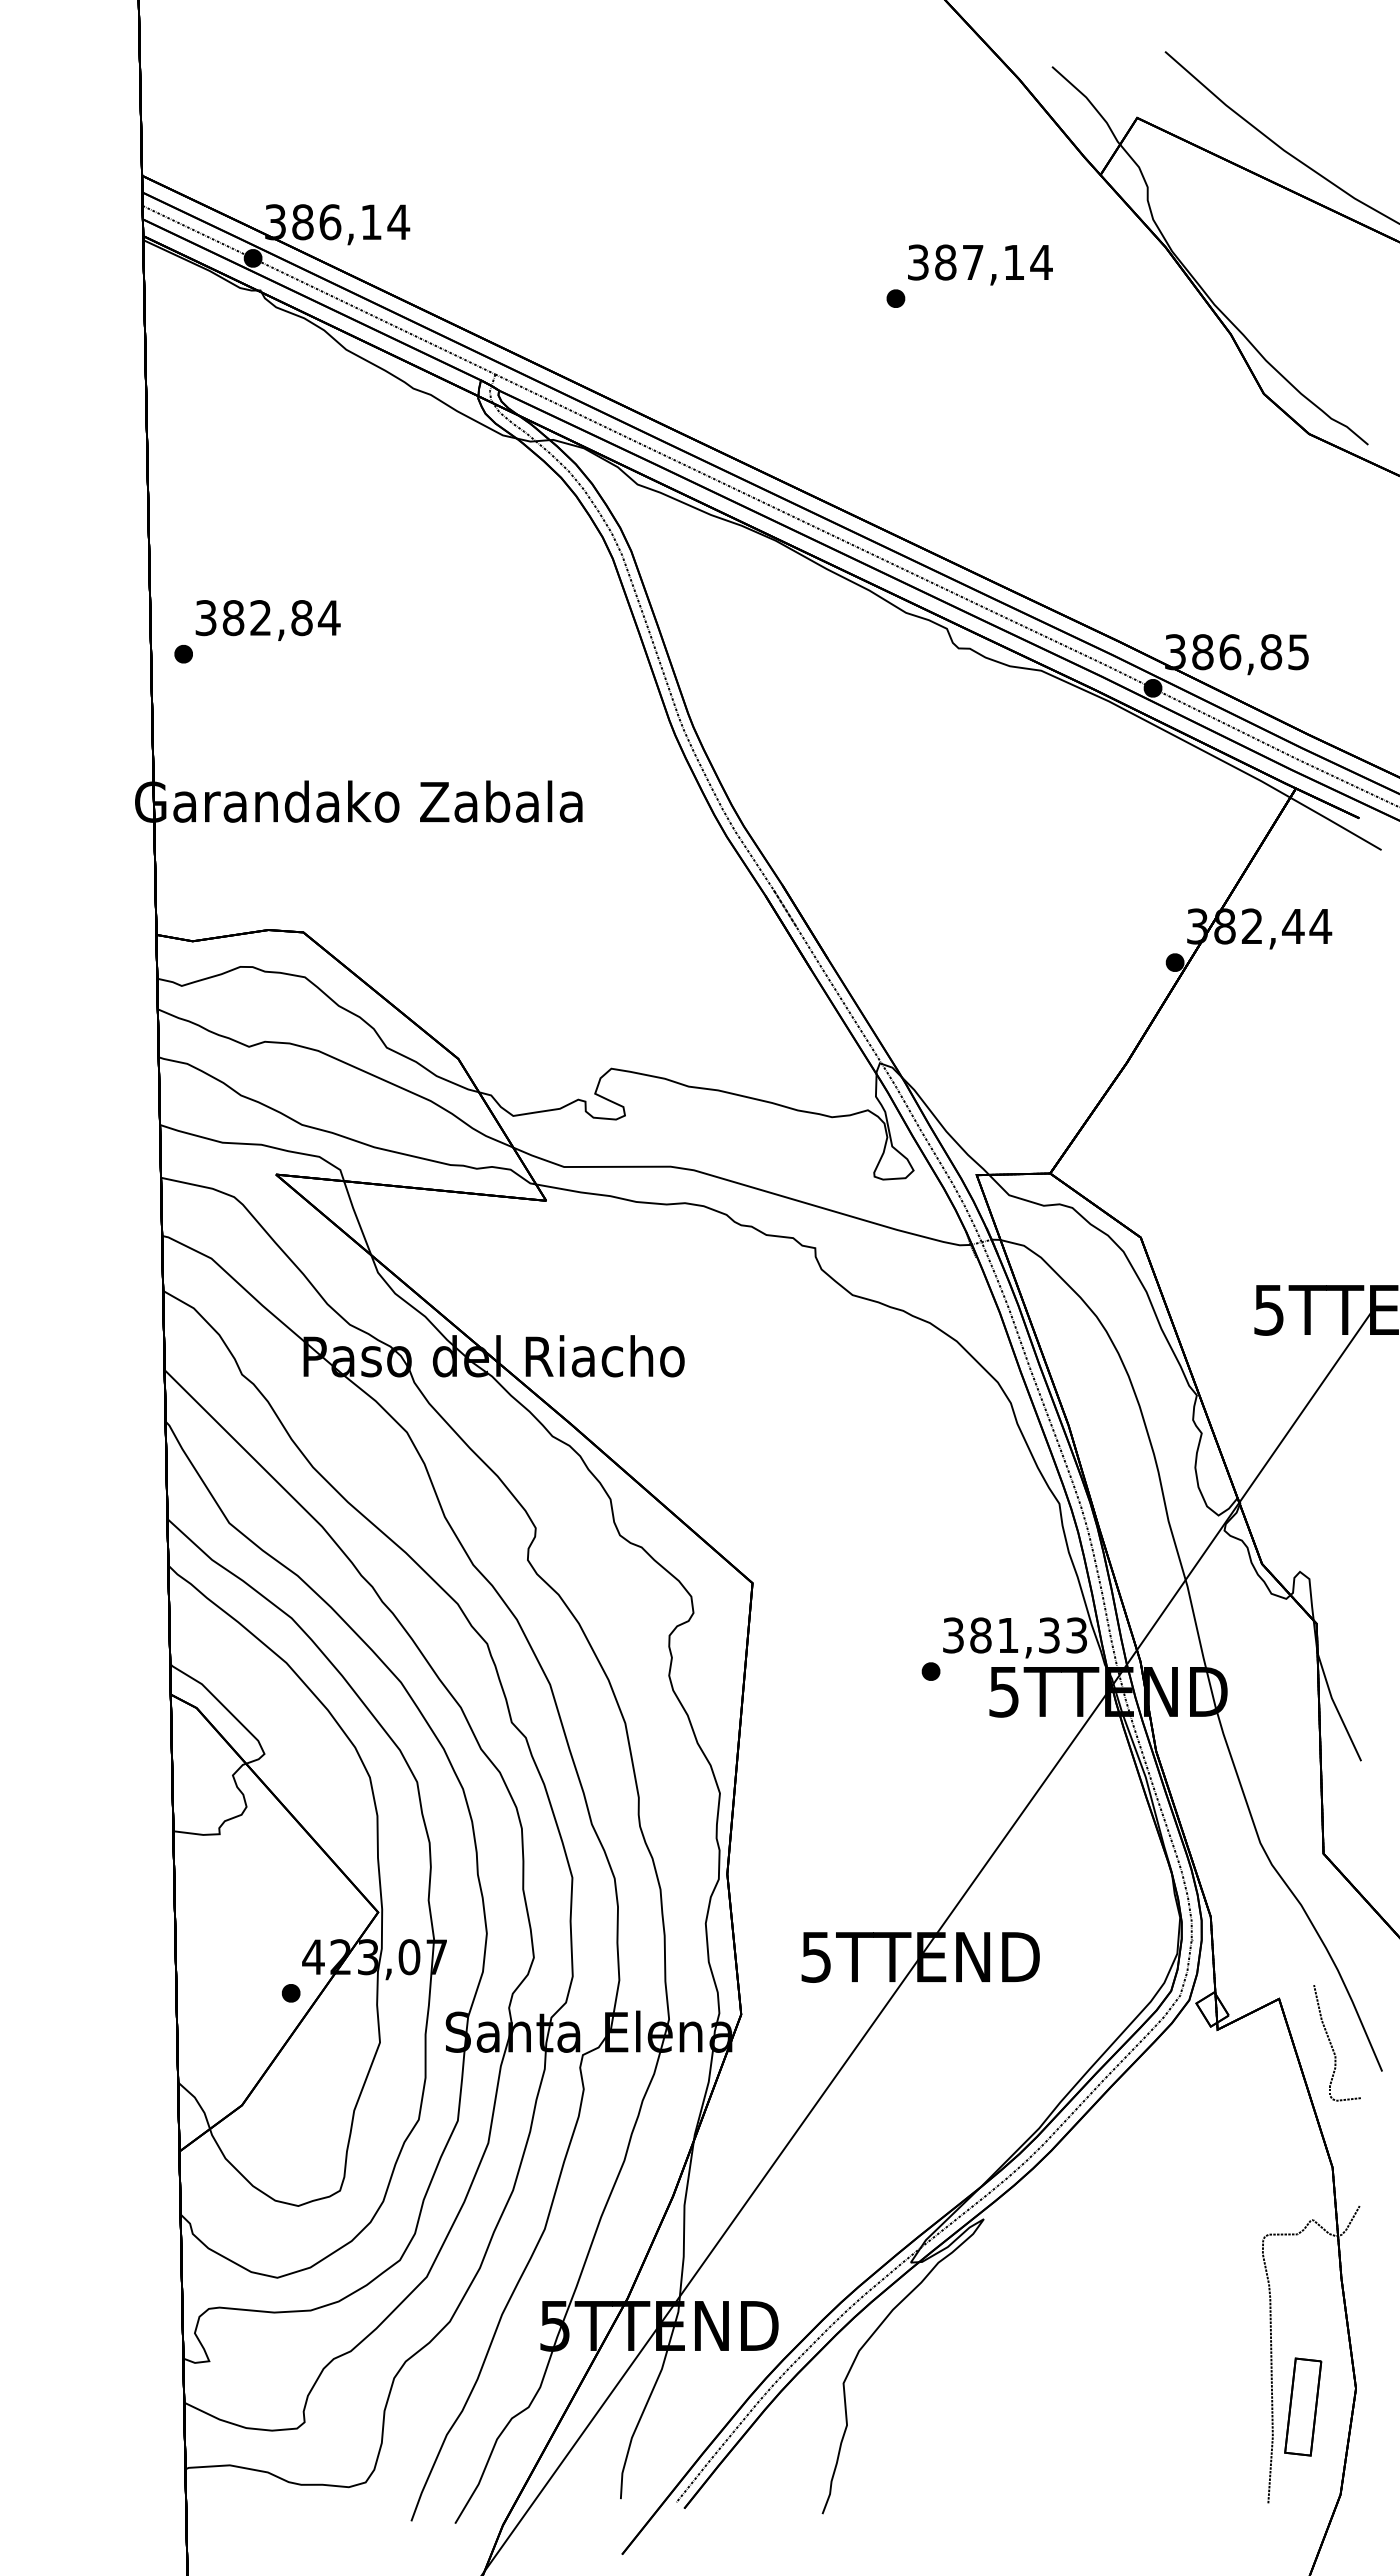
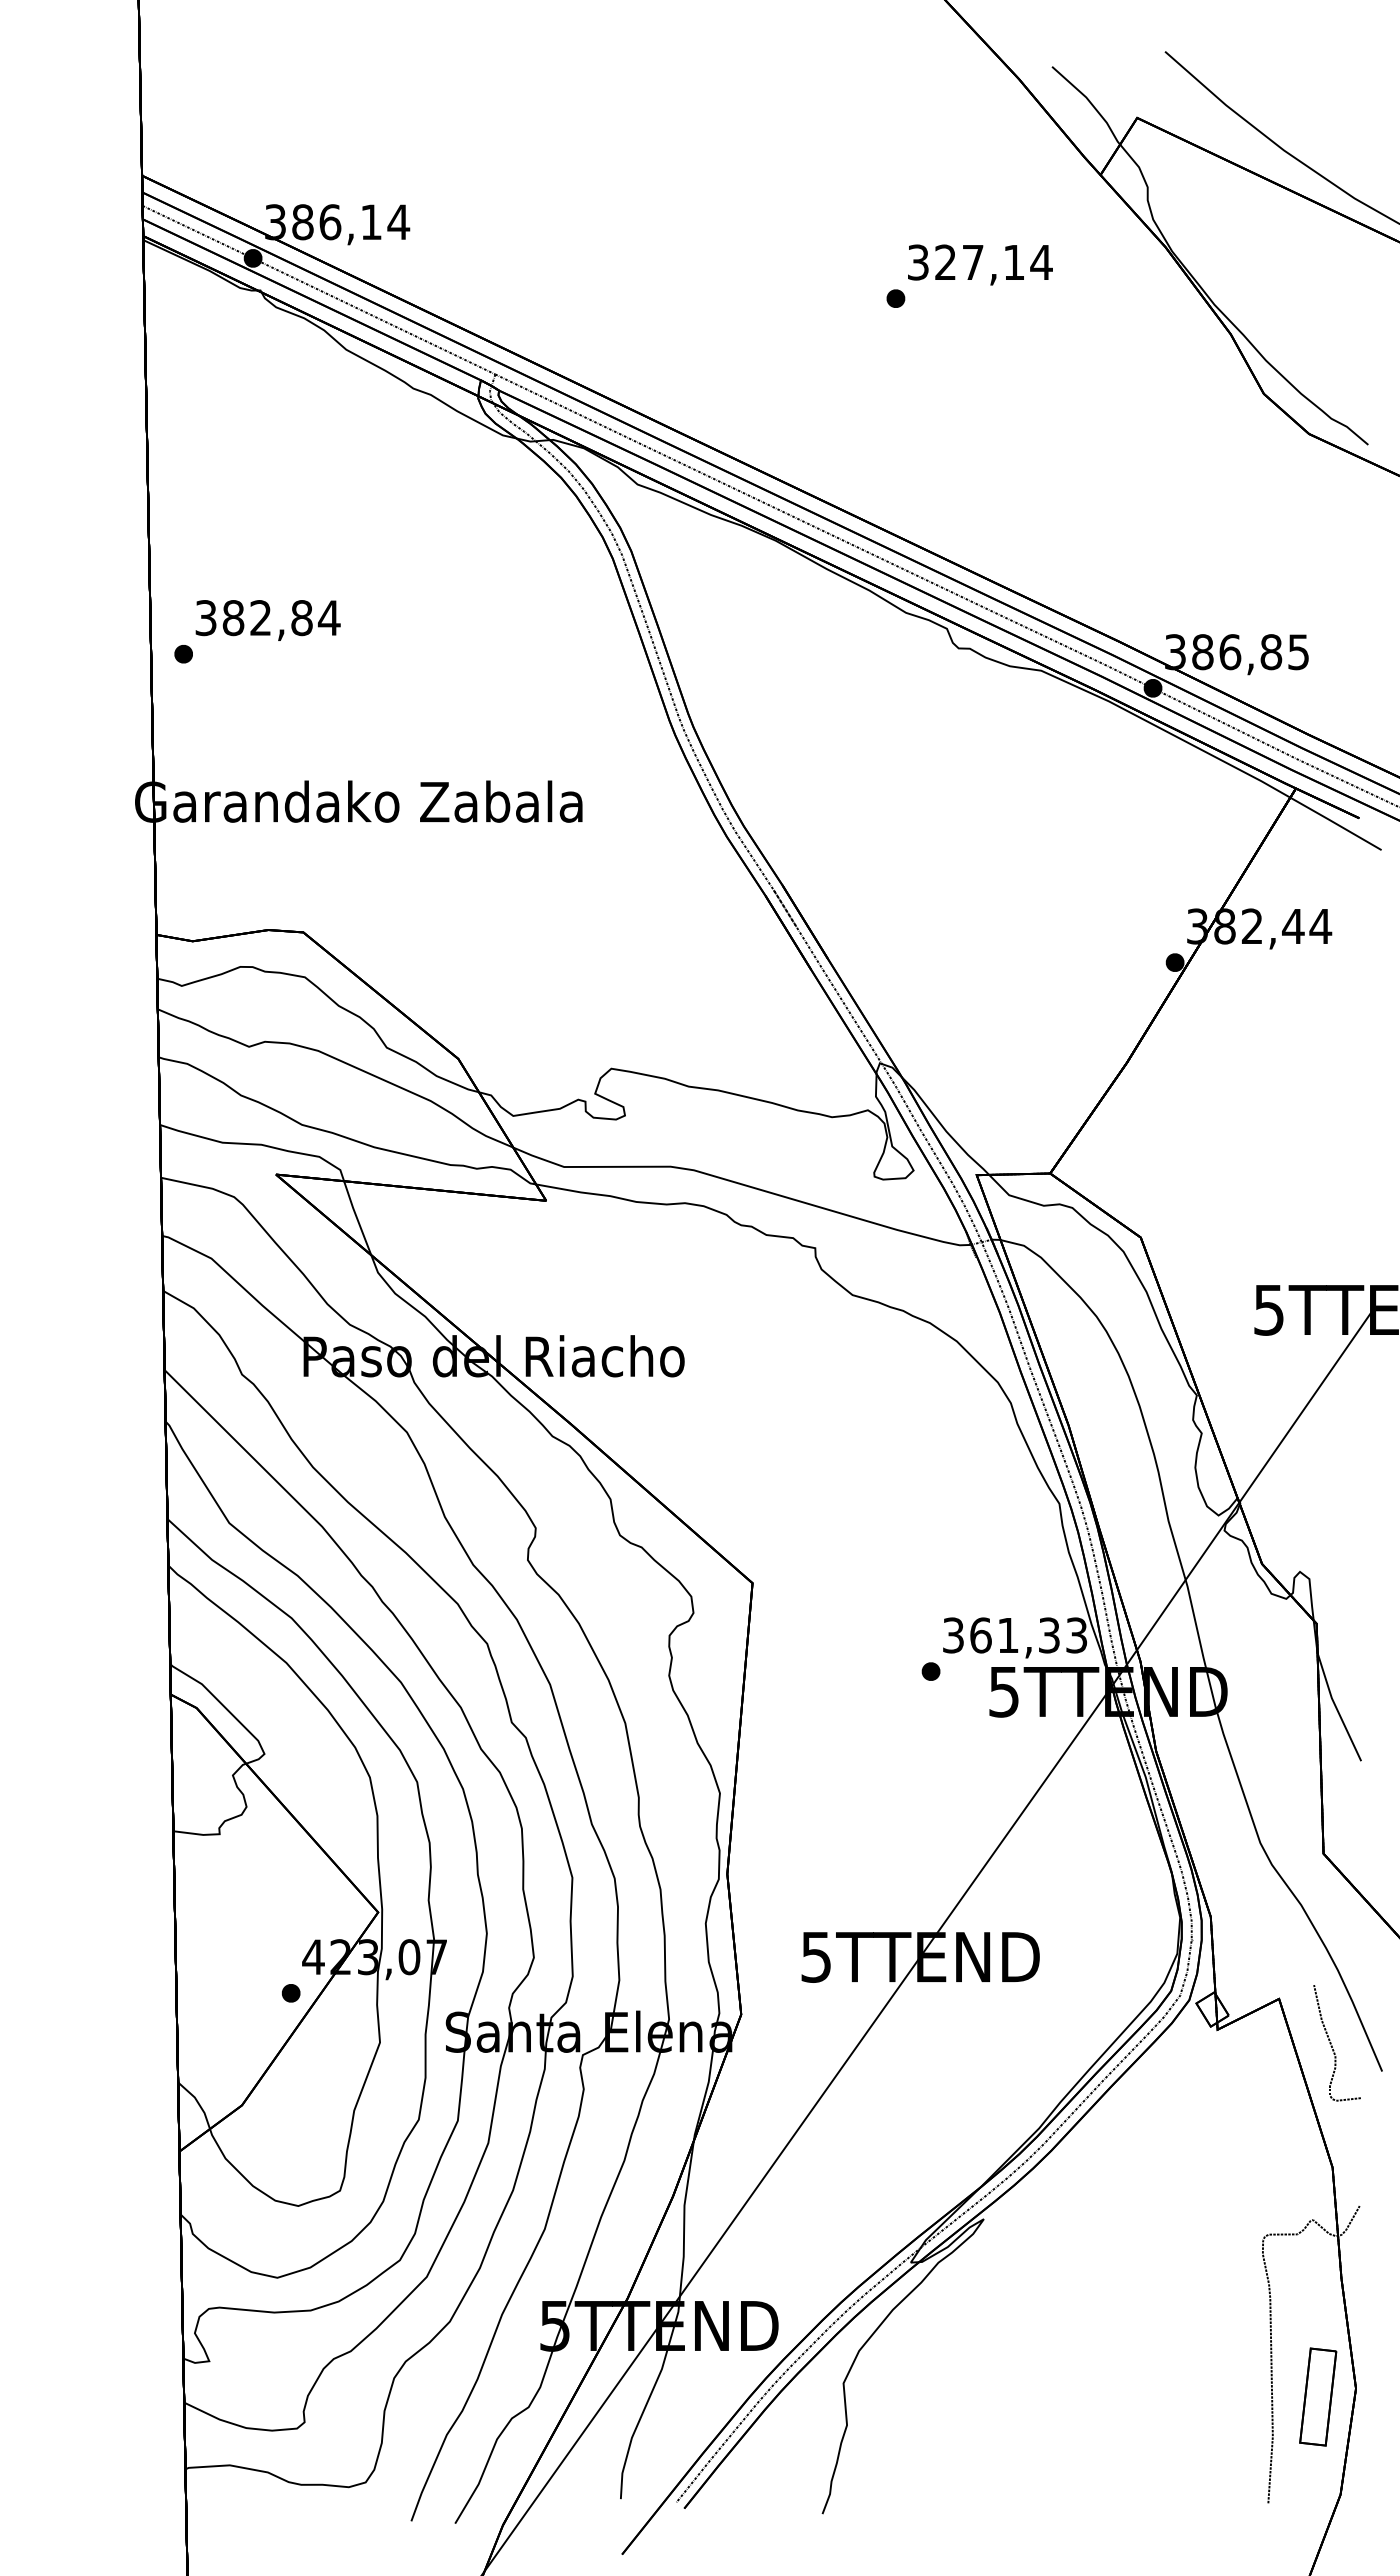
text at (945, 262): 387,14 -> 327,14
text at (980, 1635): 381,33 -> 361,33
part at (1303, 2406) position: (1303, 2406) -> (1318, 2396)
